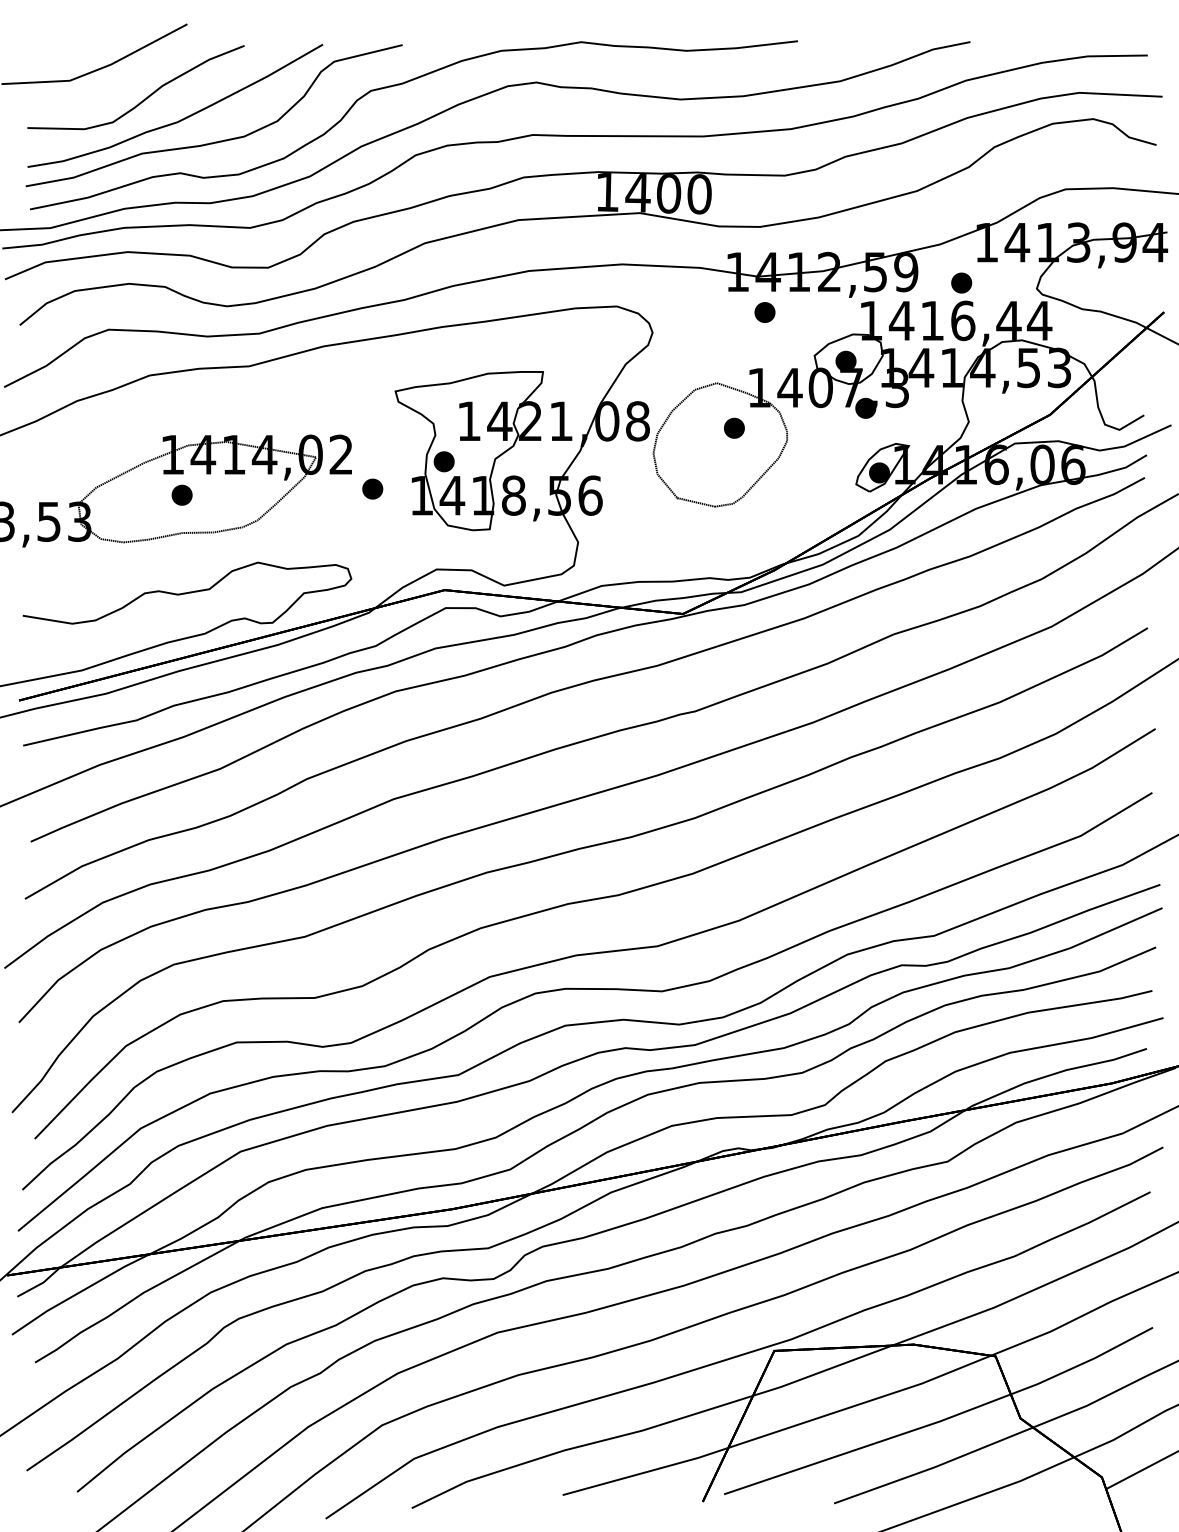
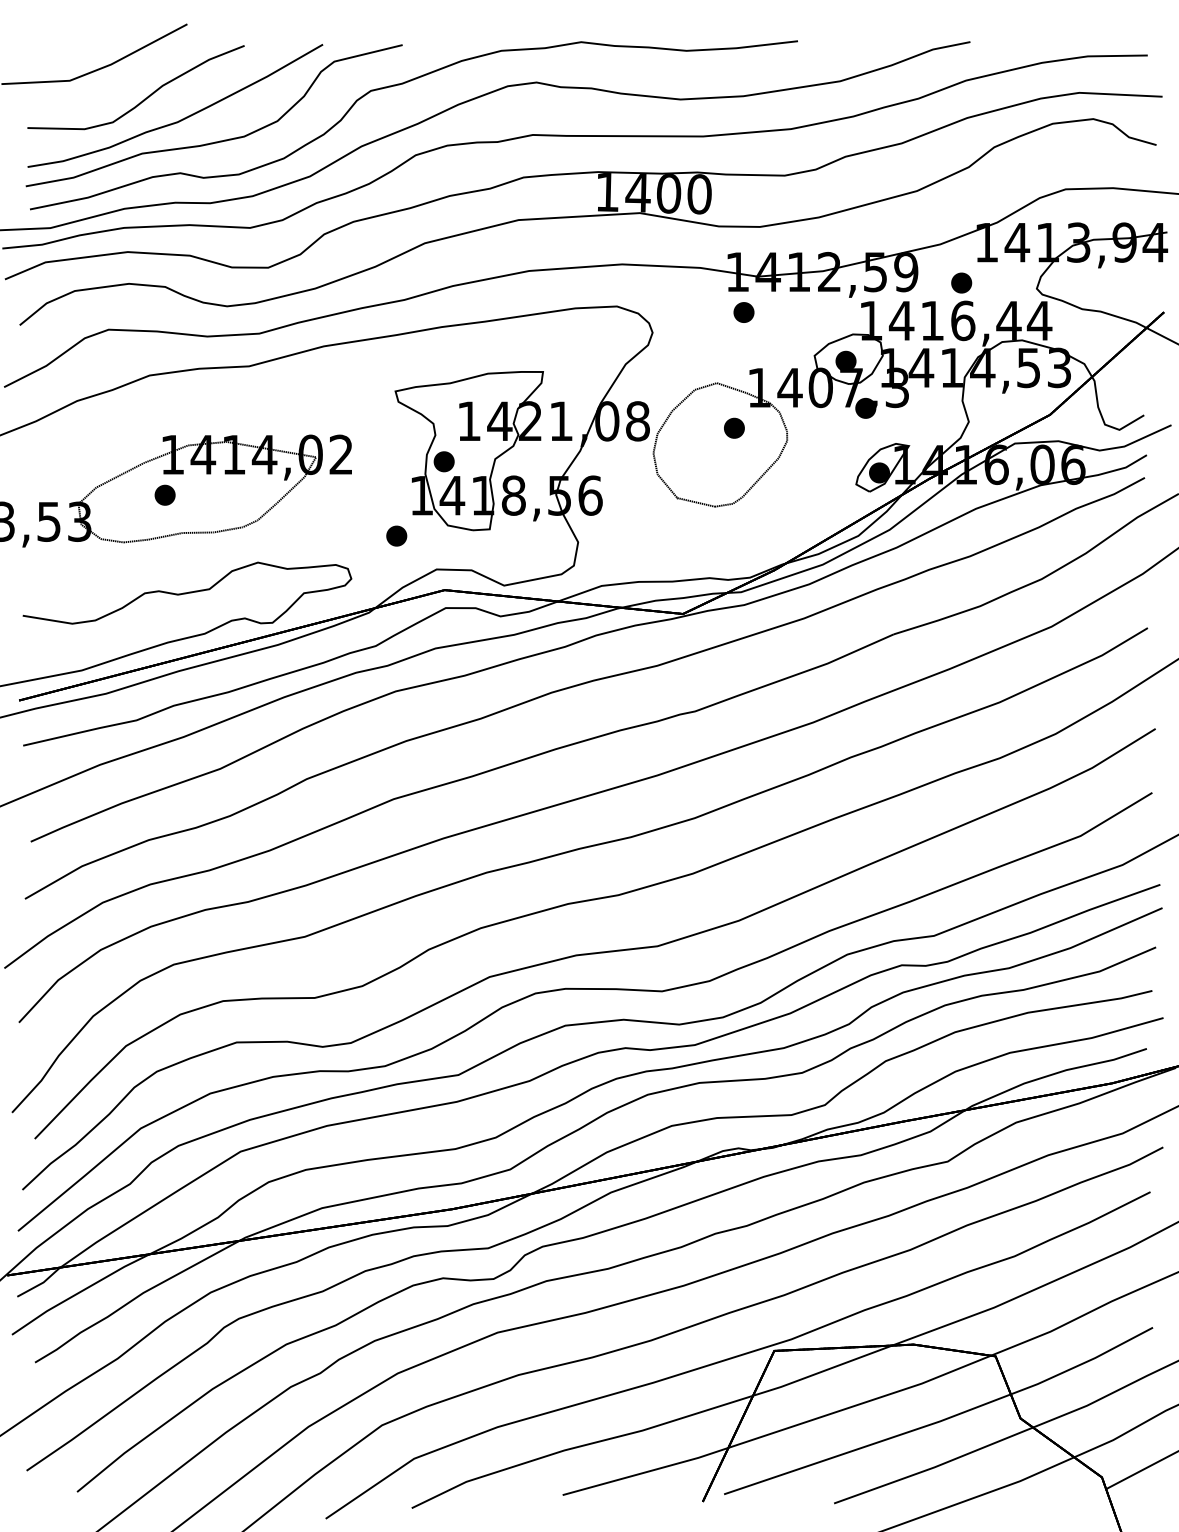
part at (764, 312) position: (764, 312) -> (743, 312)
part at (372, 488) position: (372, 488) -> (396, 535)
part at (181, 494) position: (181, 494) -> (164, 494)
